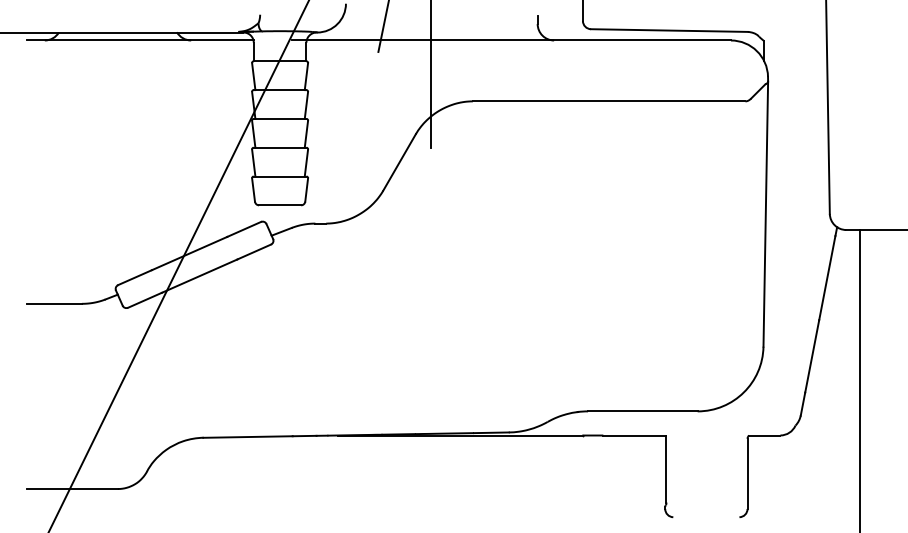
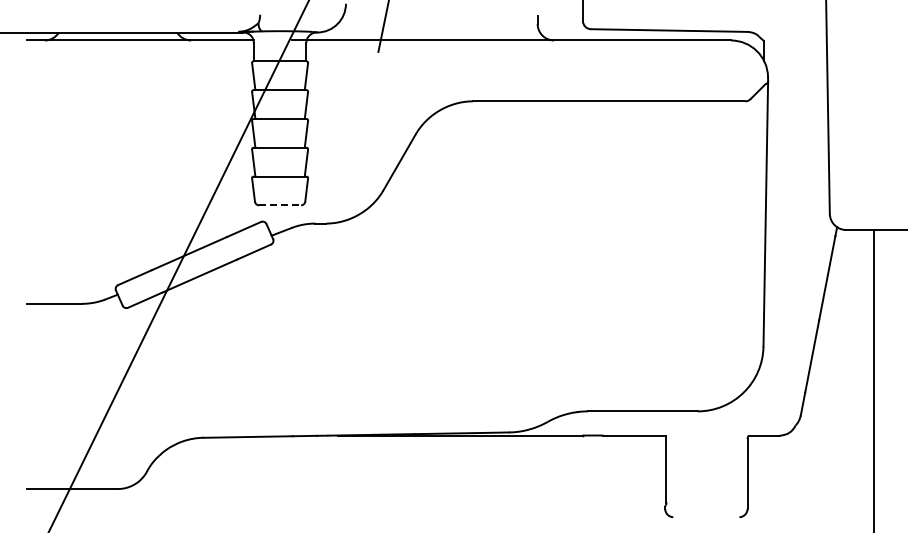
line at (430, 74): present -> none
line at (280, 205): solid -> dashed
line at (860, 379) position: (860, 379) -> (874, 379)
